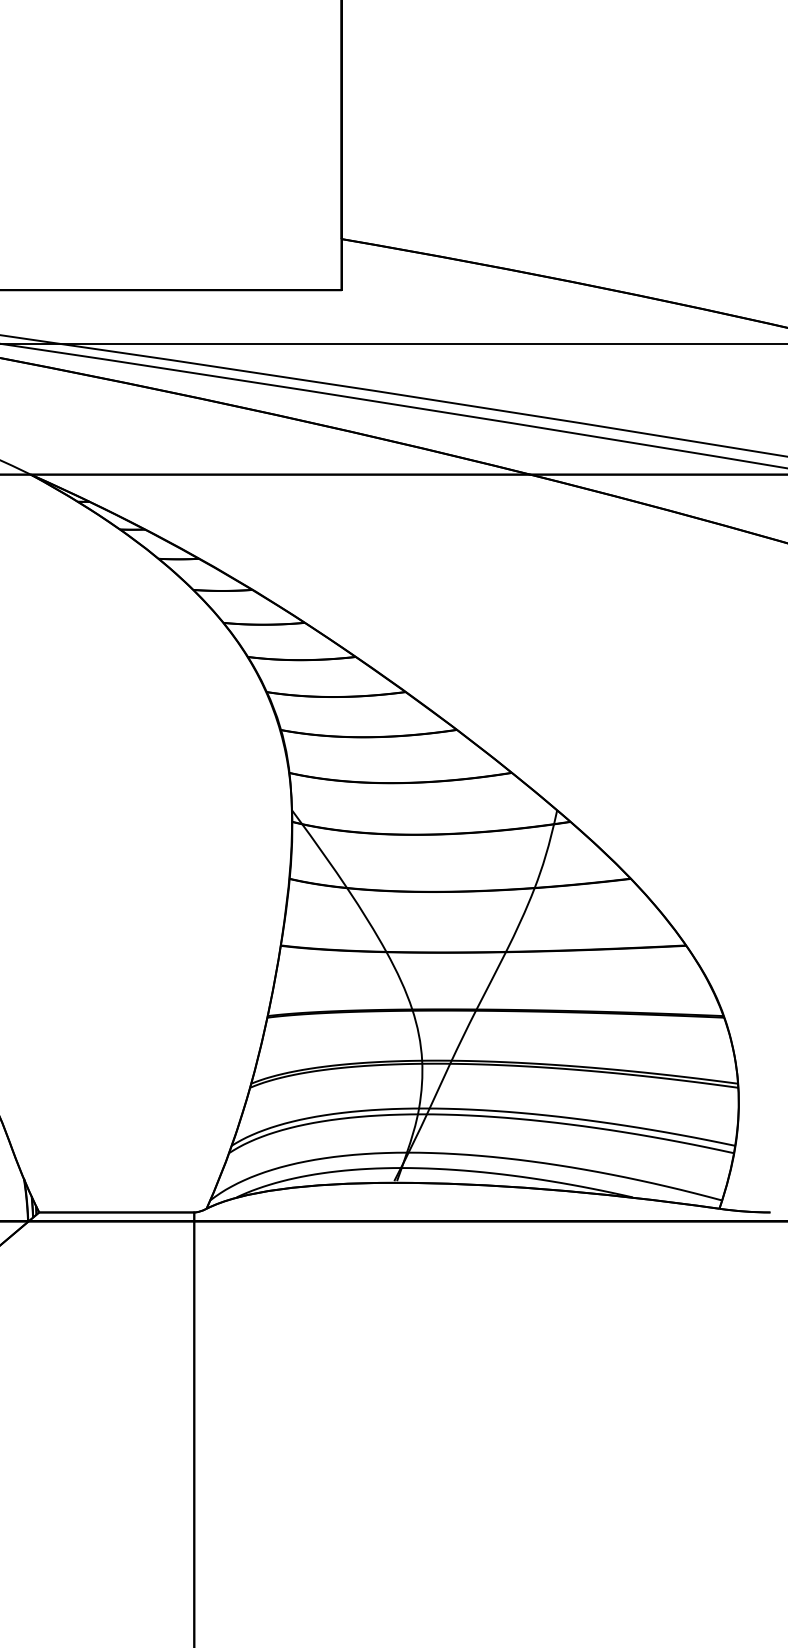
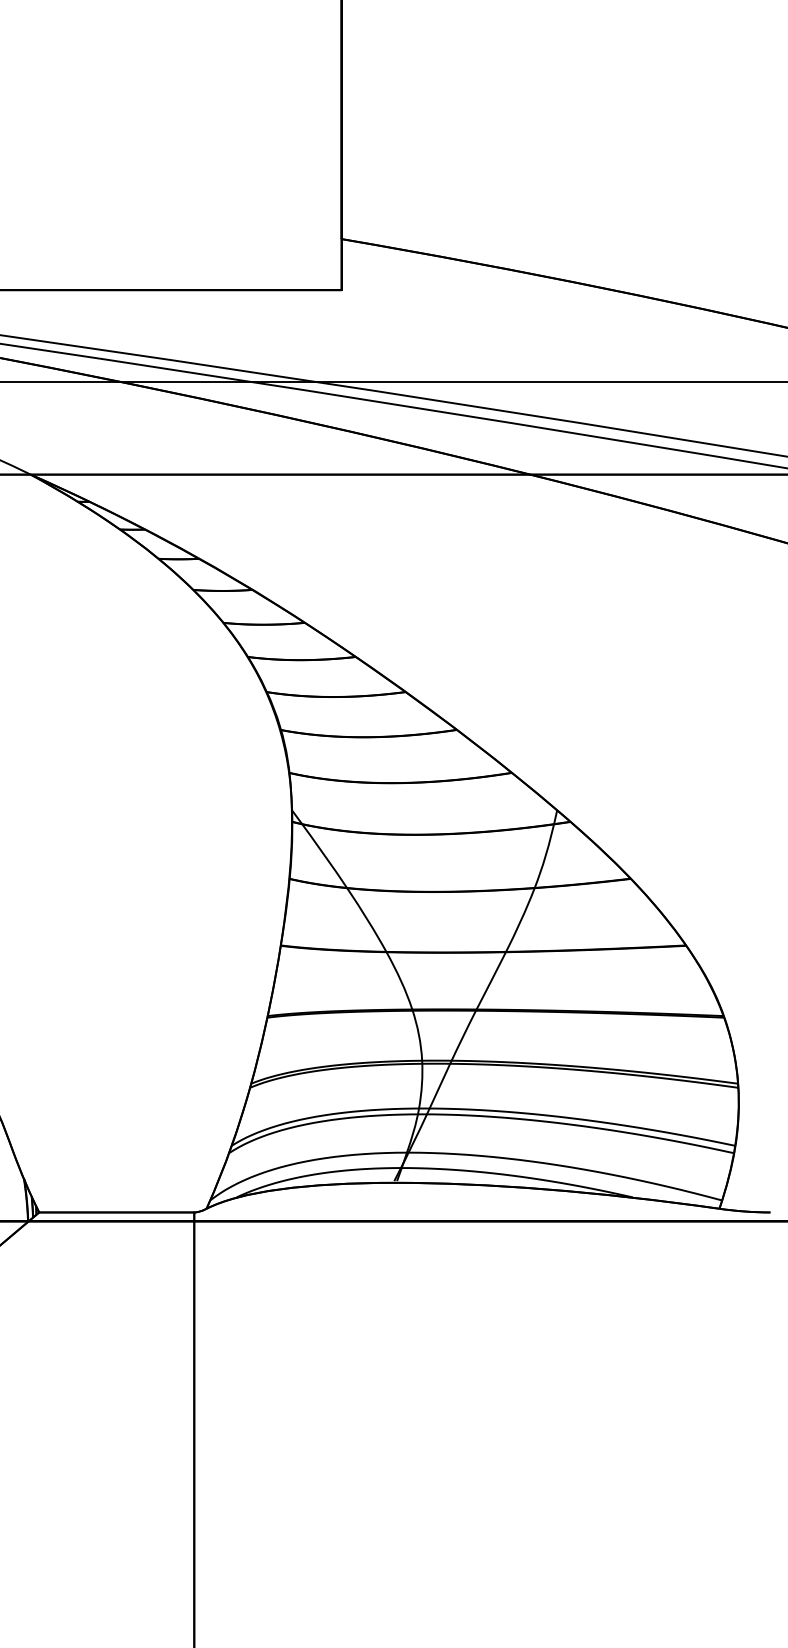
line at (393, 344) position: (393, 344) -> (393, 382)
